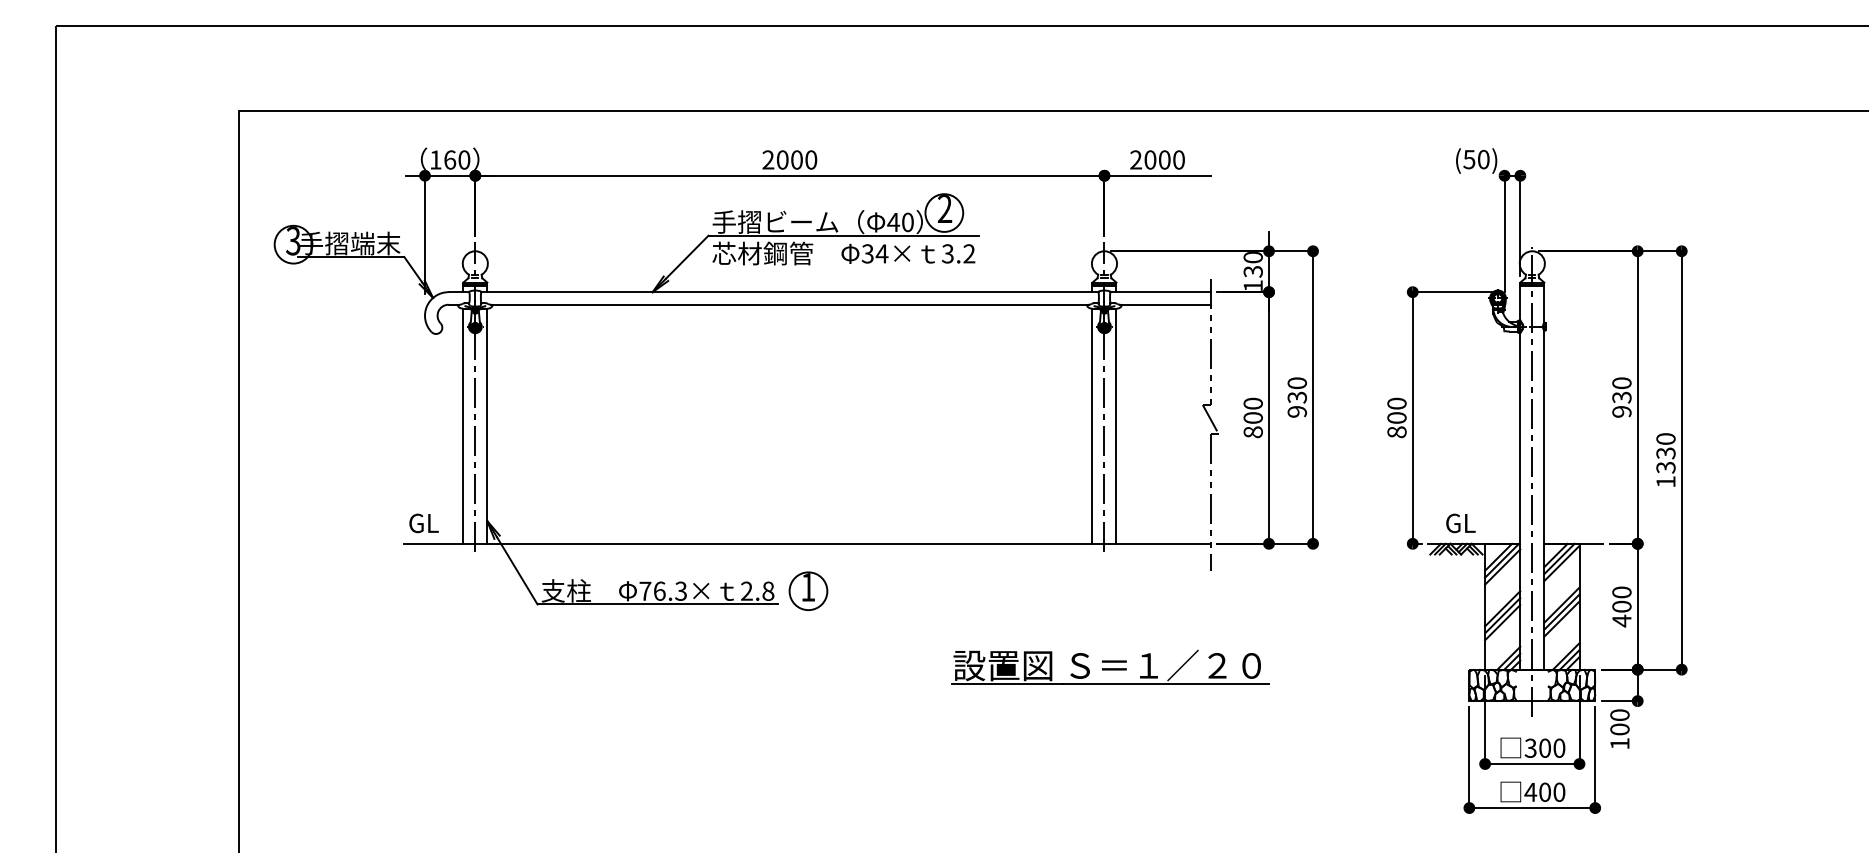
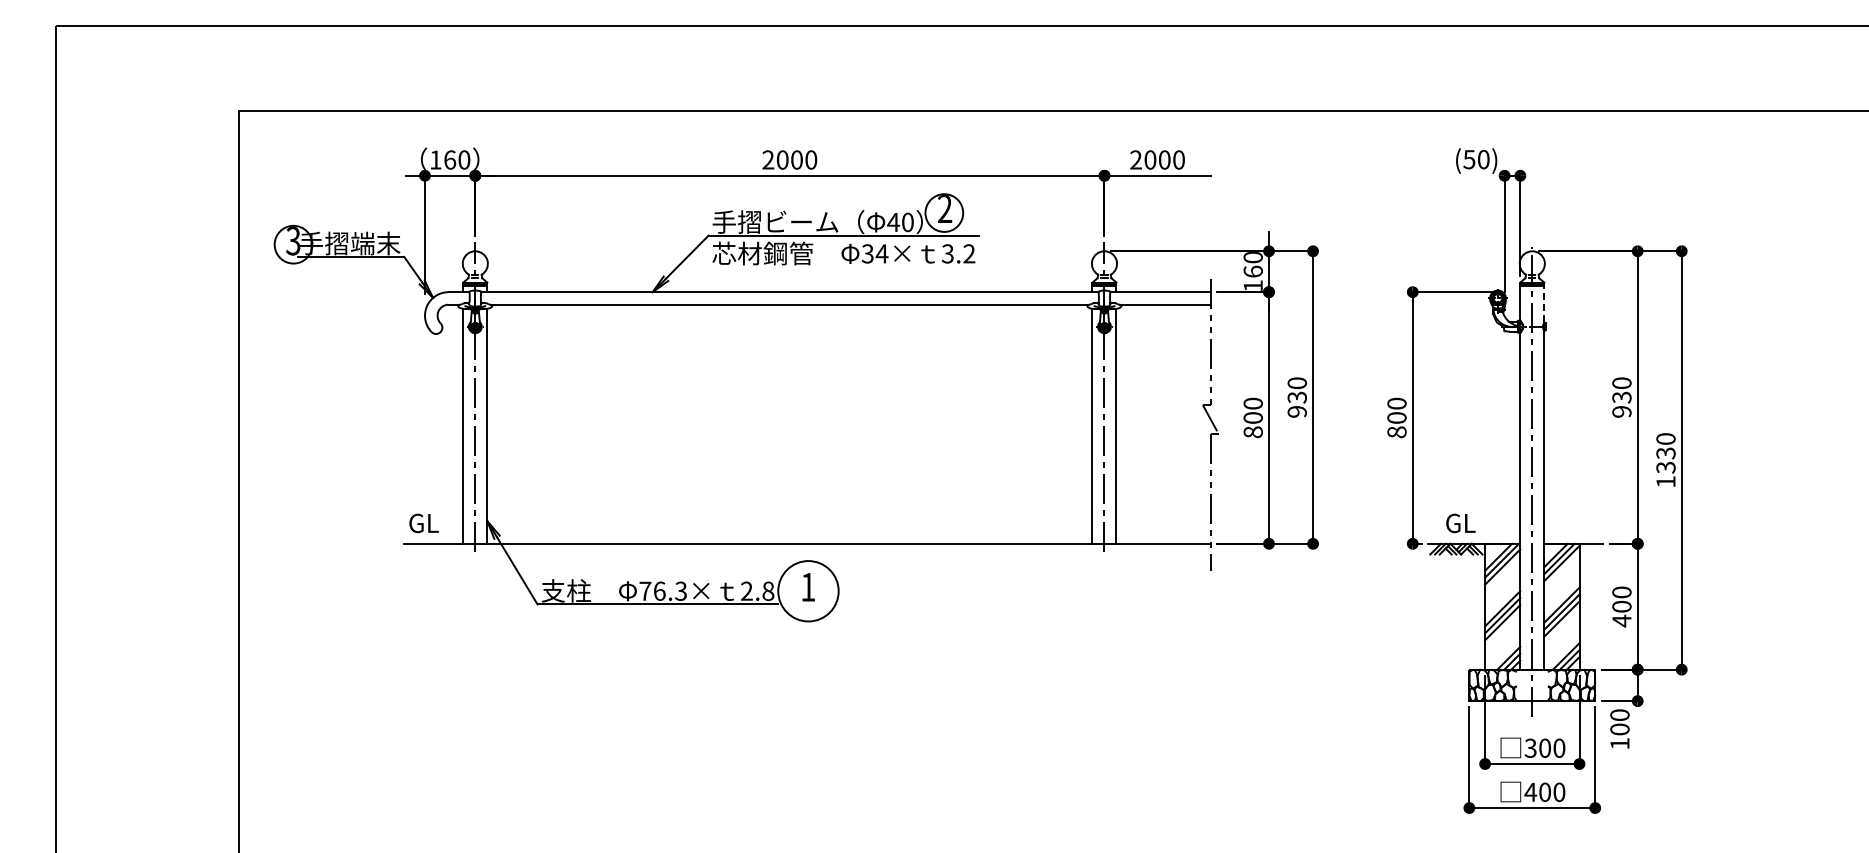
text at (1252, 271): 130 -> 160
line at (1544, 303): solid -> dashed
circle at (808, 591) diameter: 38 px -> 60 px
part at (1110, 666): present -> none
